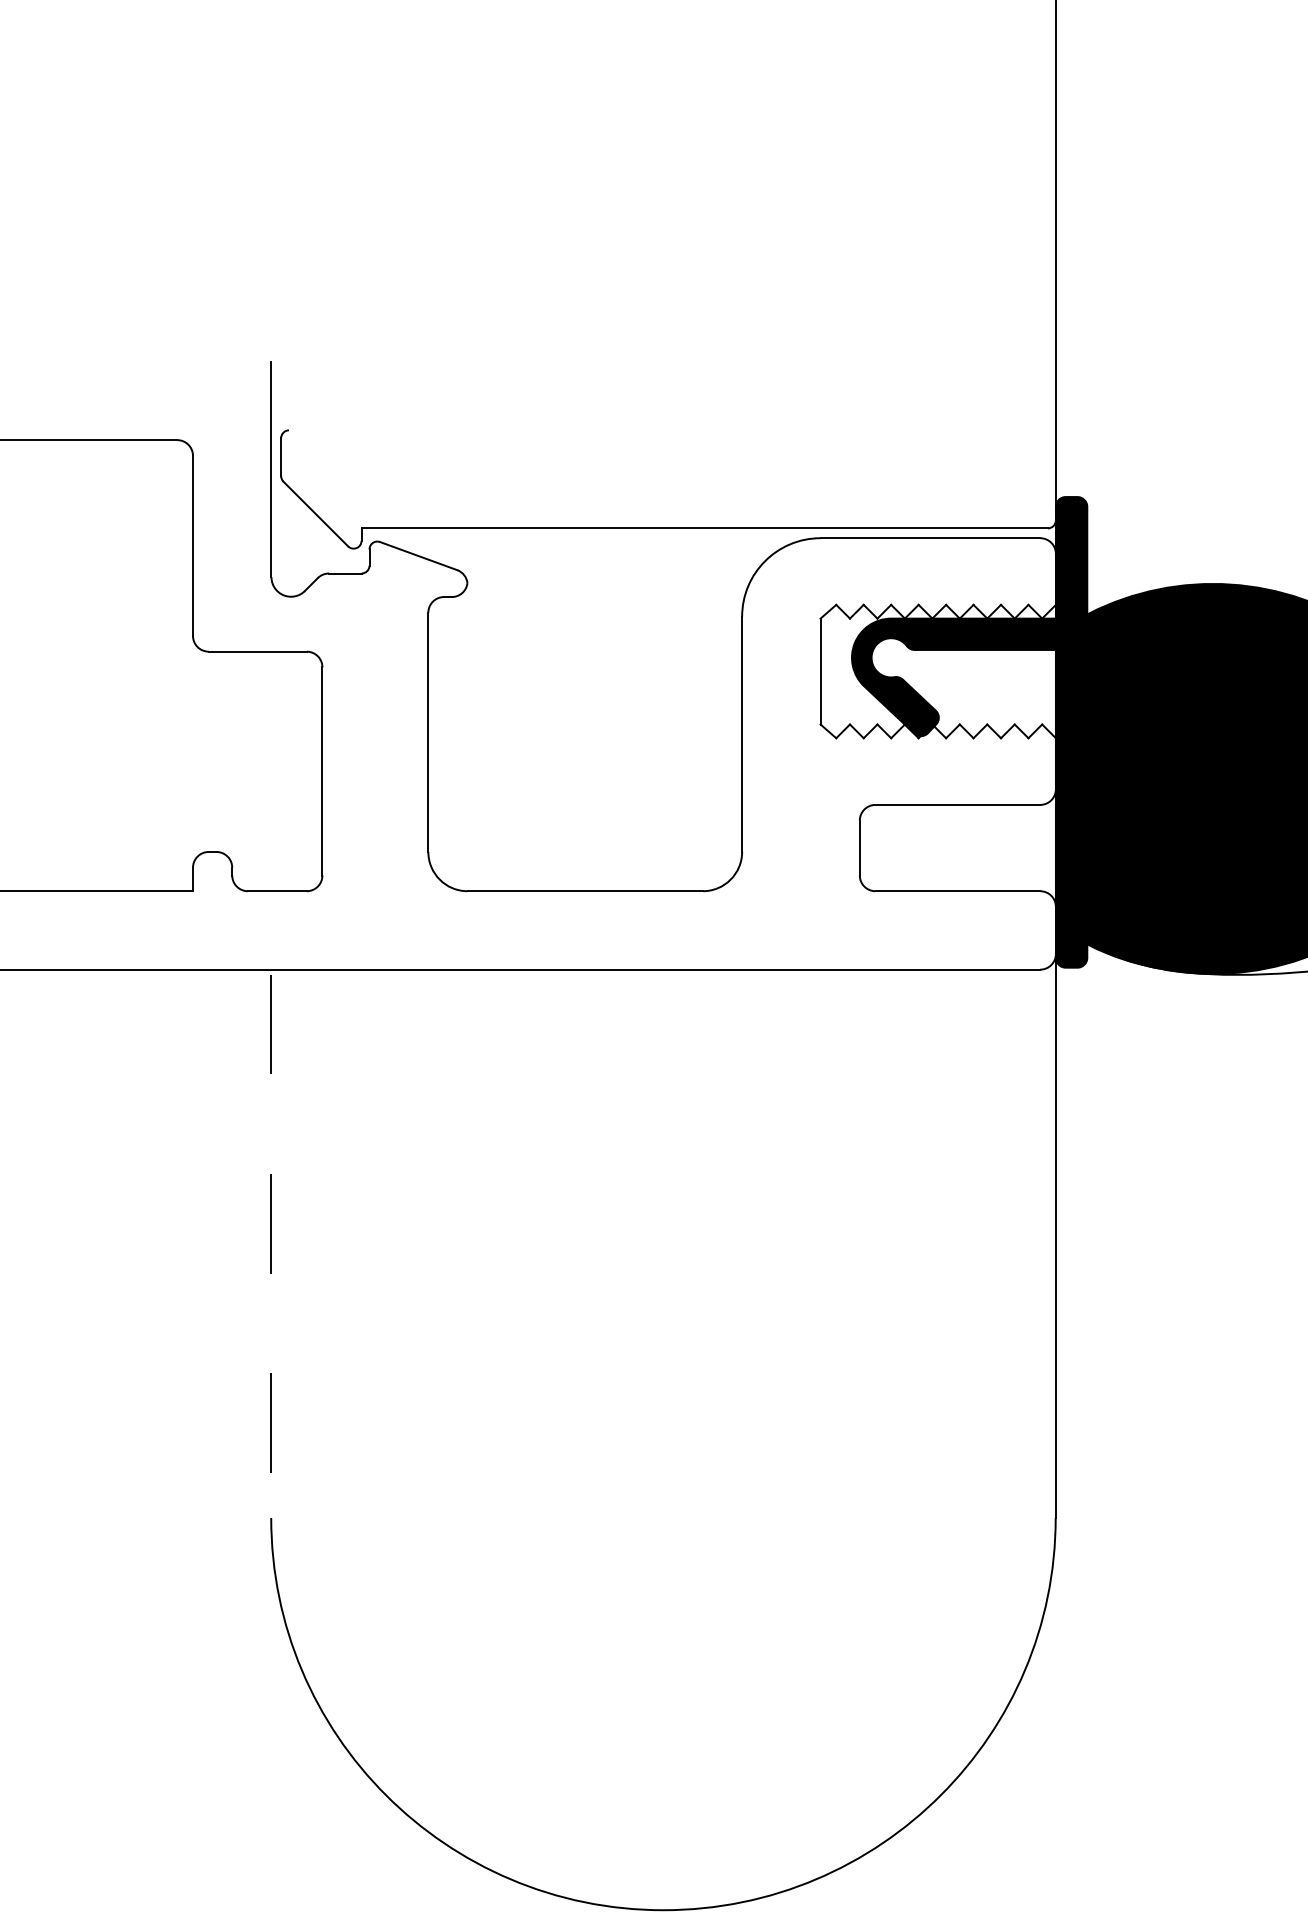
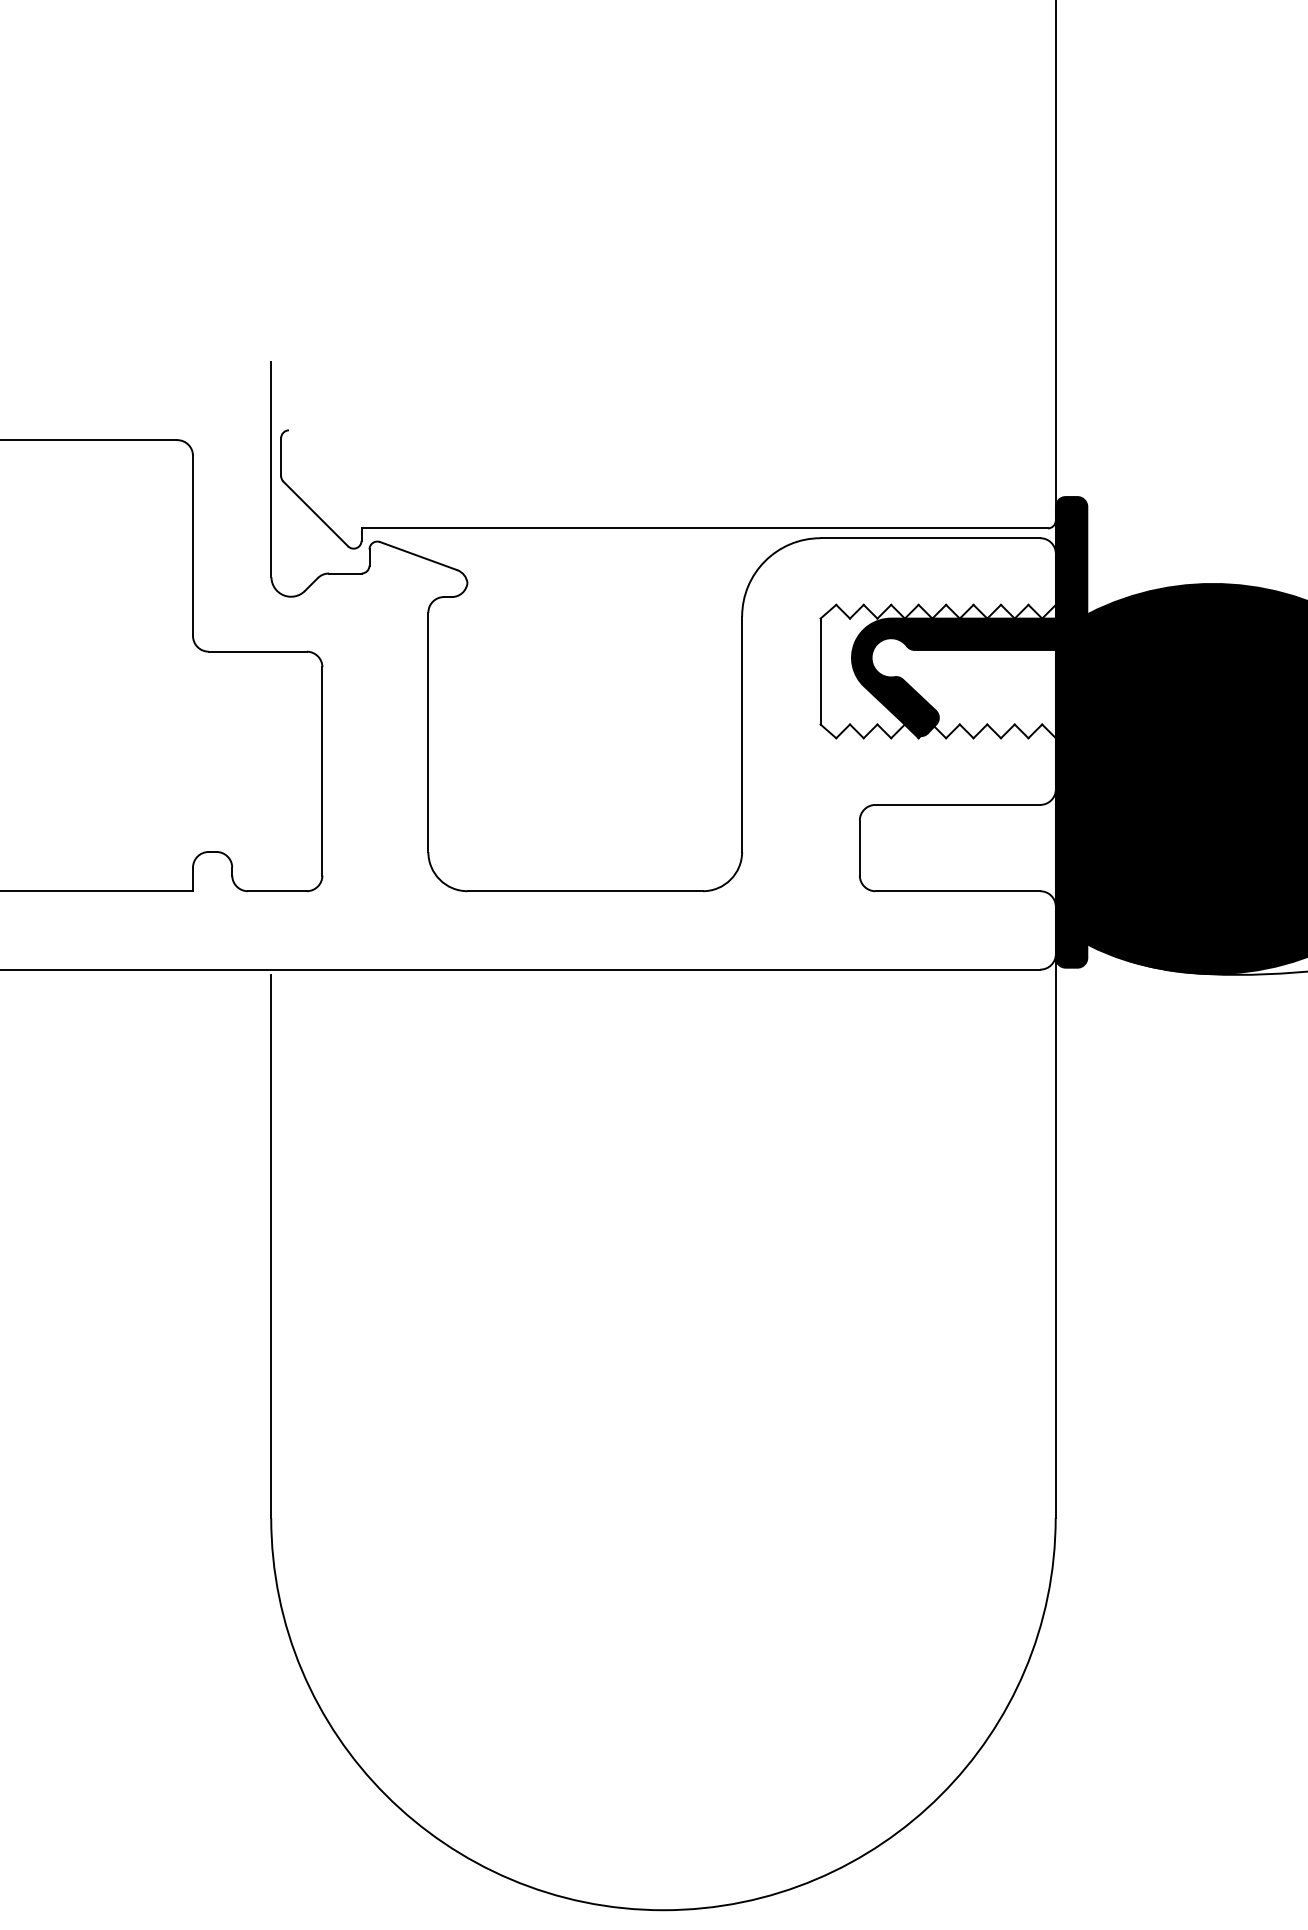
line at (271, 1246): dashed -> solid
